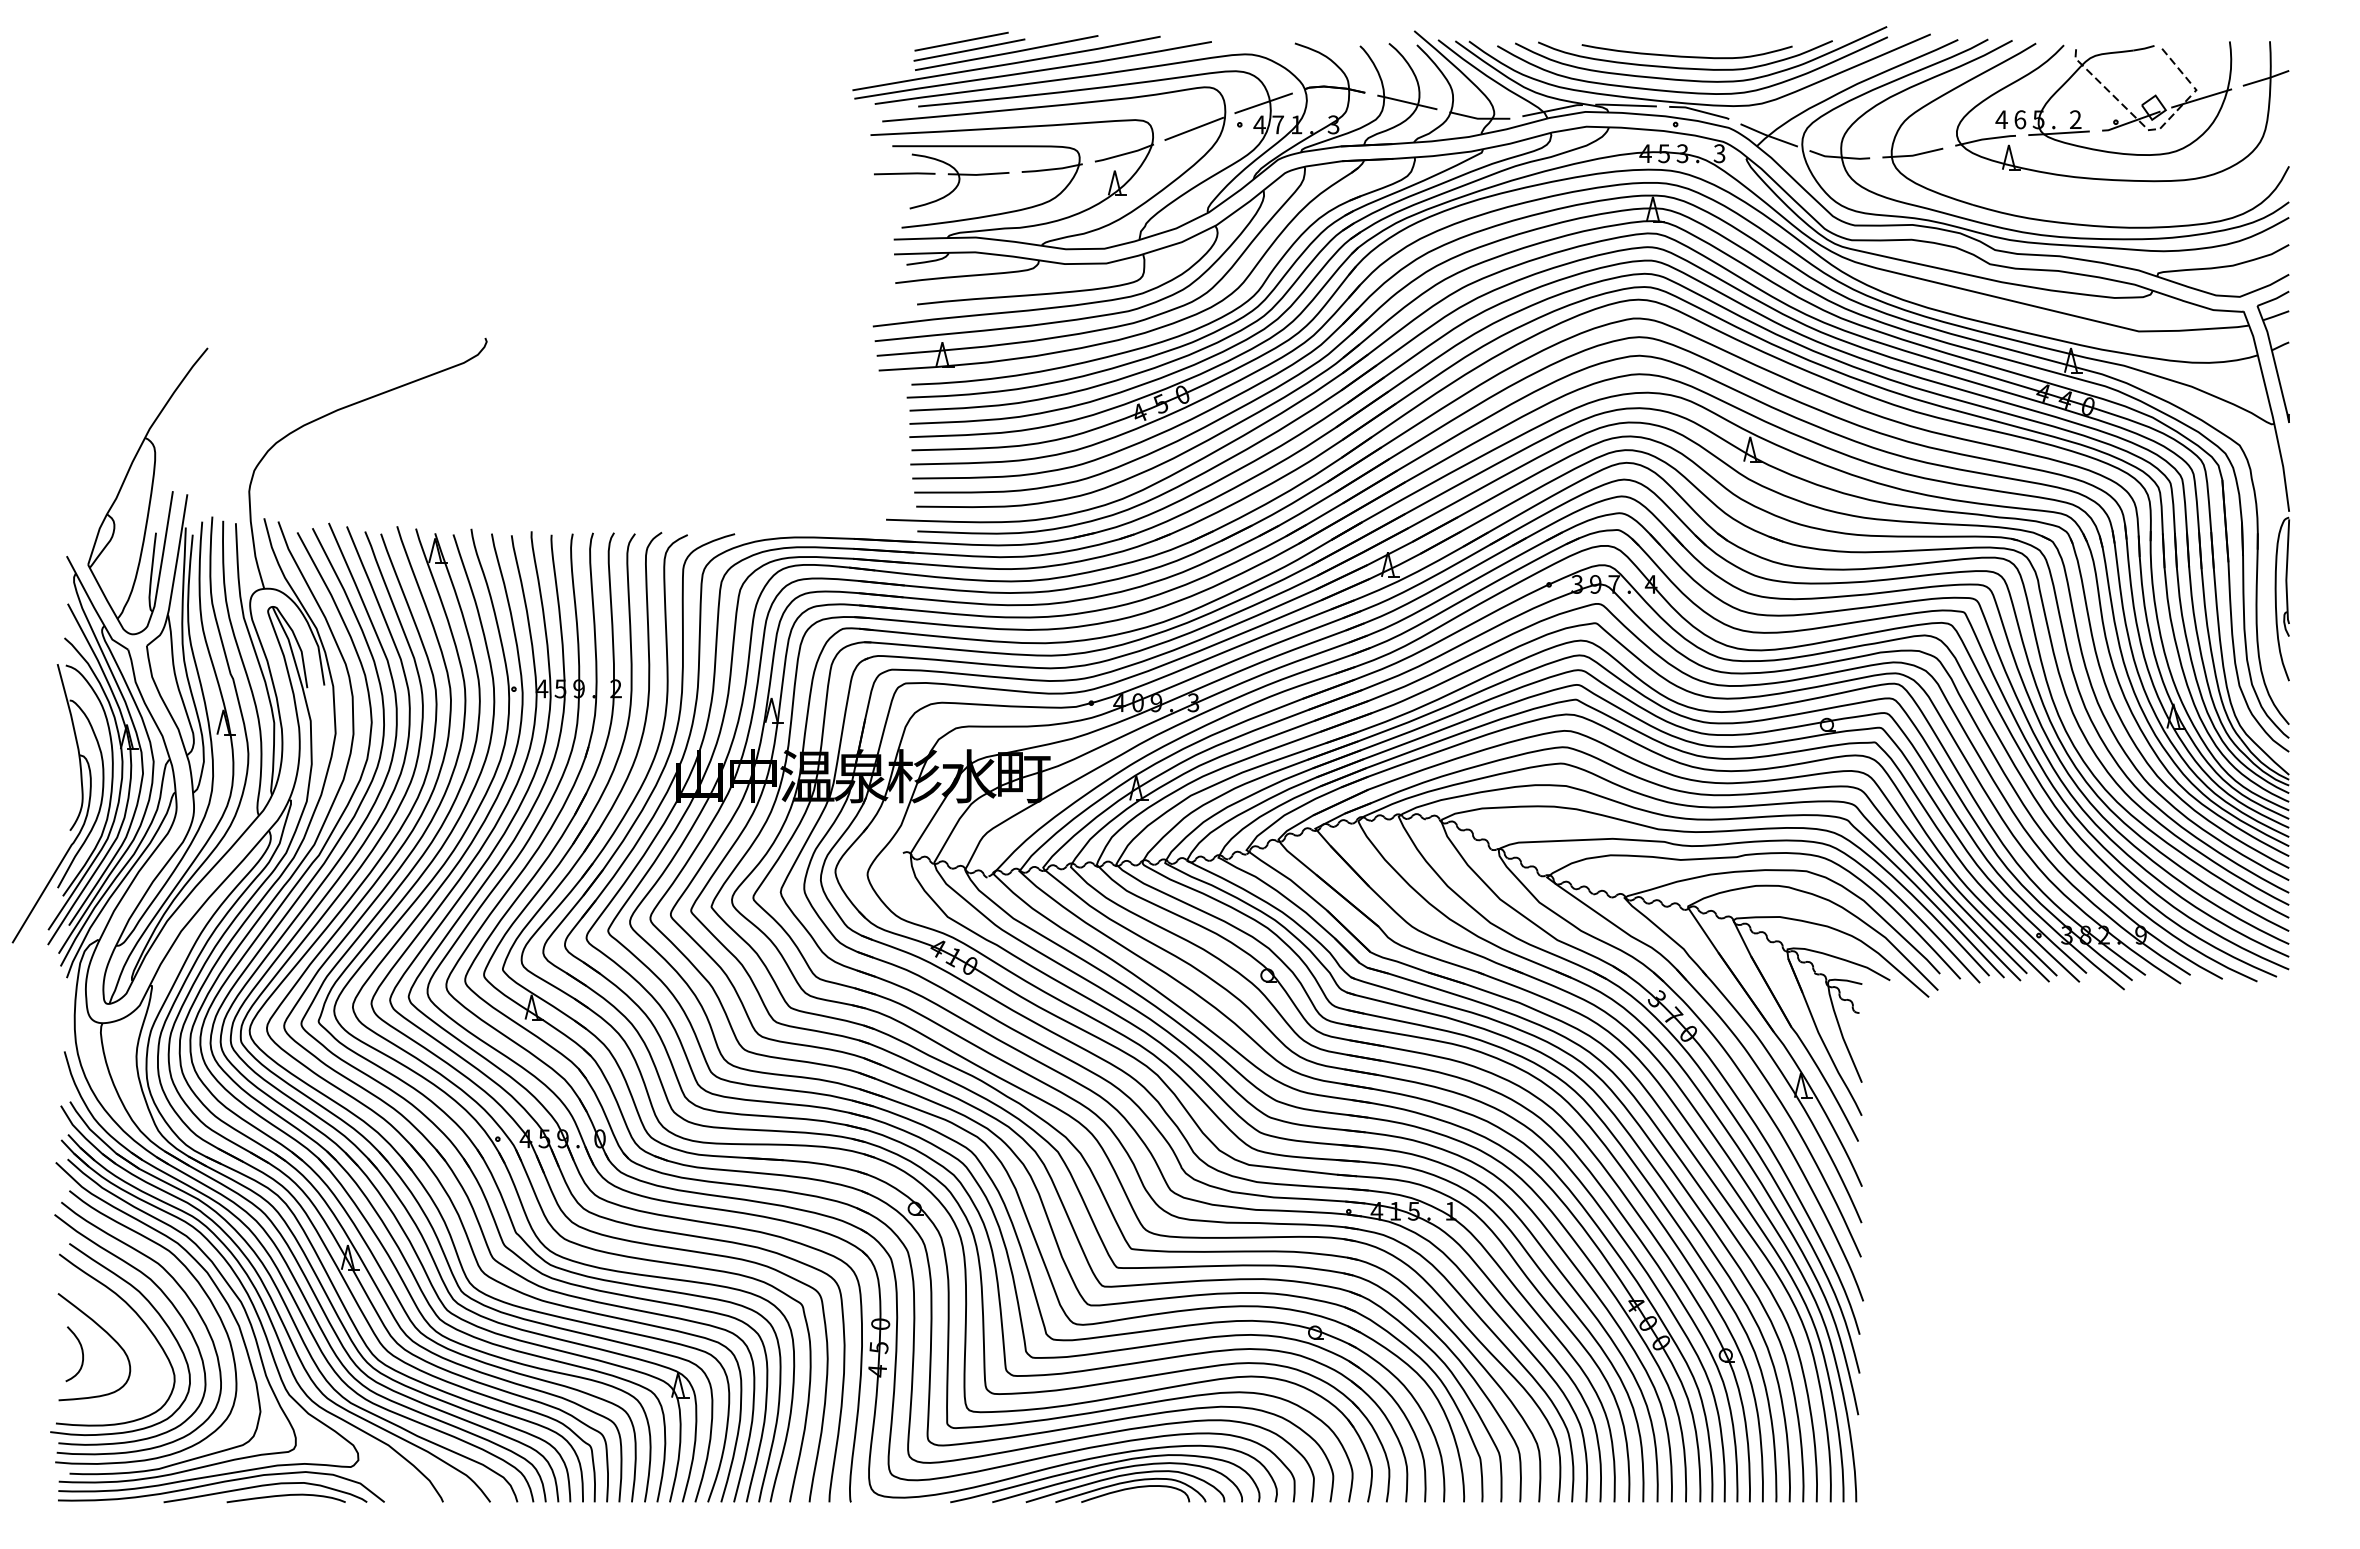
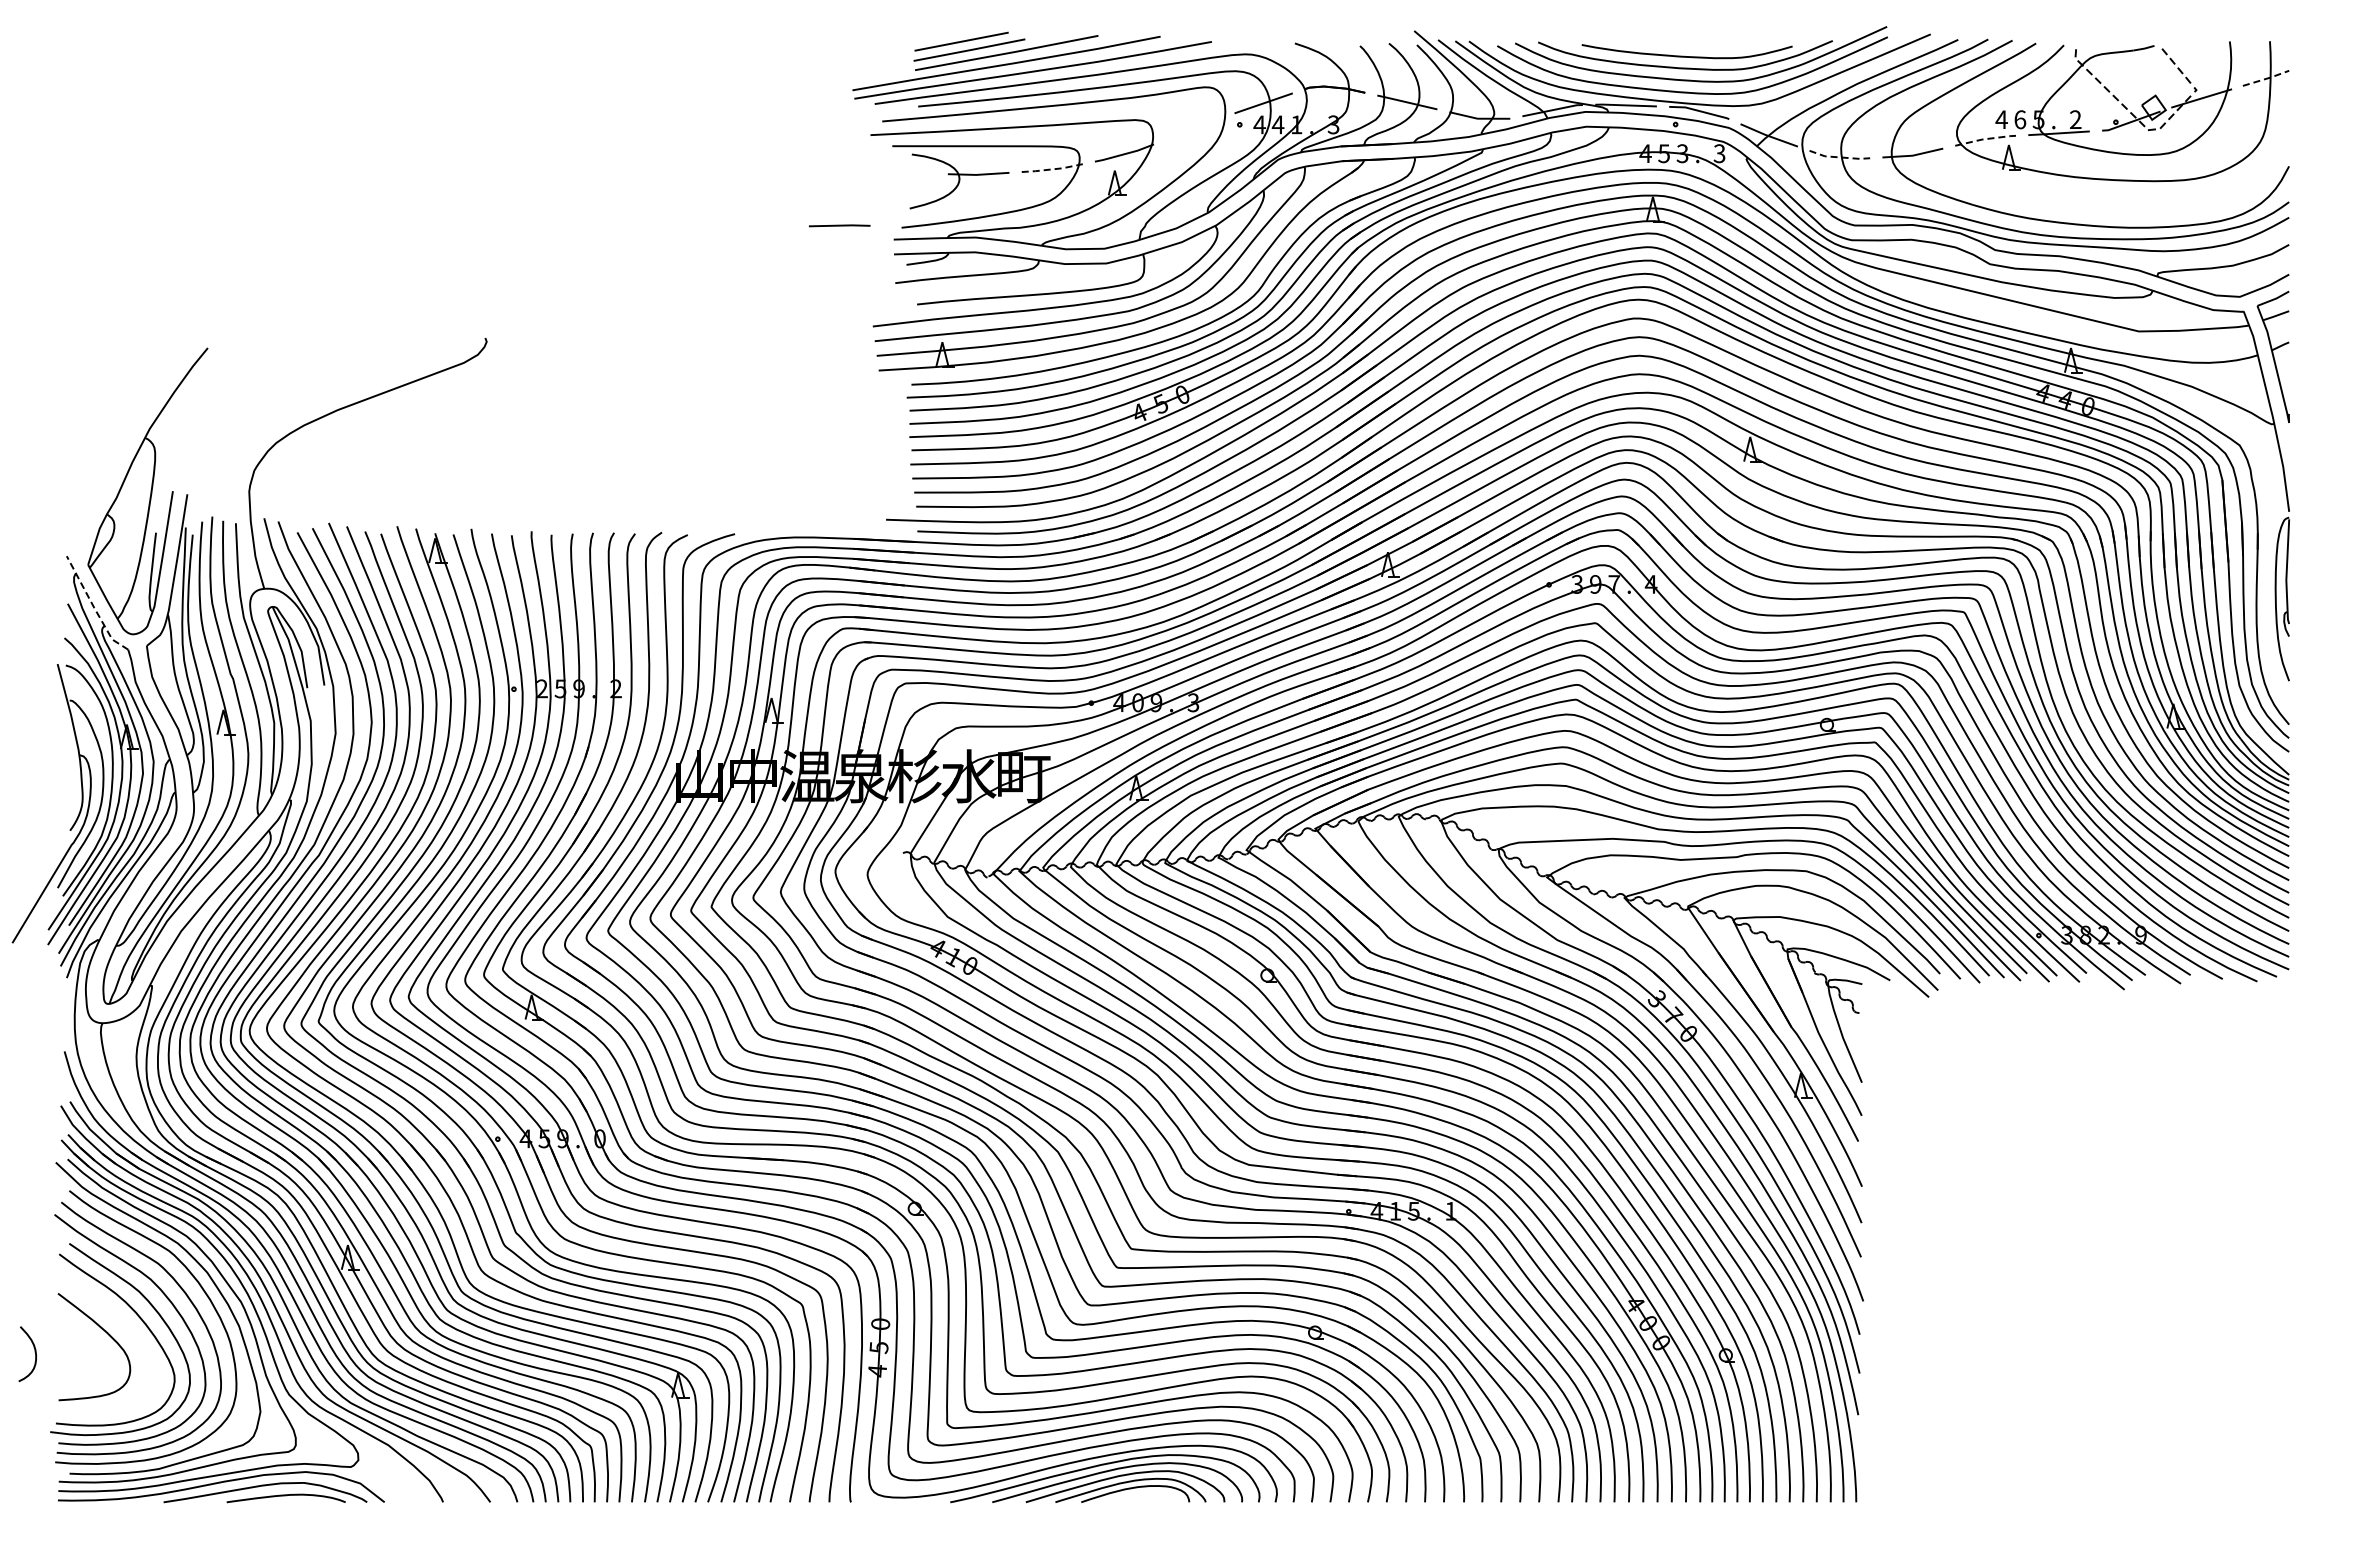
line at (2266, 78): solid -> dashed
text at (1277, 124): 7 -> 4
line at (1194, 128): present -> none
line at (1985, 139): solid -> dashed
line at (1839, 157): solid -> dashed
line at (1052, 169): solid -> dashed
line at (904, 173) position: (904, 173) -> (839, 225)
line at (93, 607): solid -> dashed
text at (541, 688): 4 -> 2
curve at (81, 1352) position: (81, 1352) -> (34, 1352)
